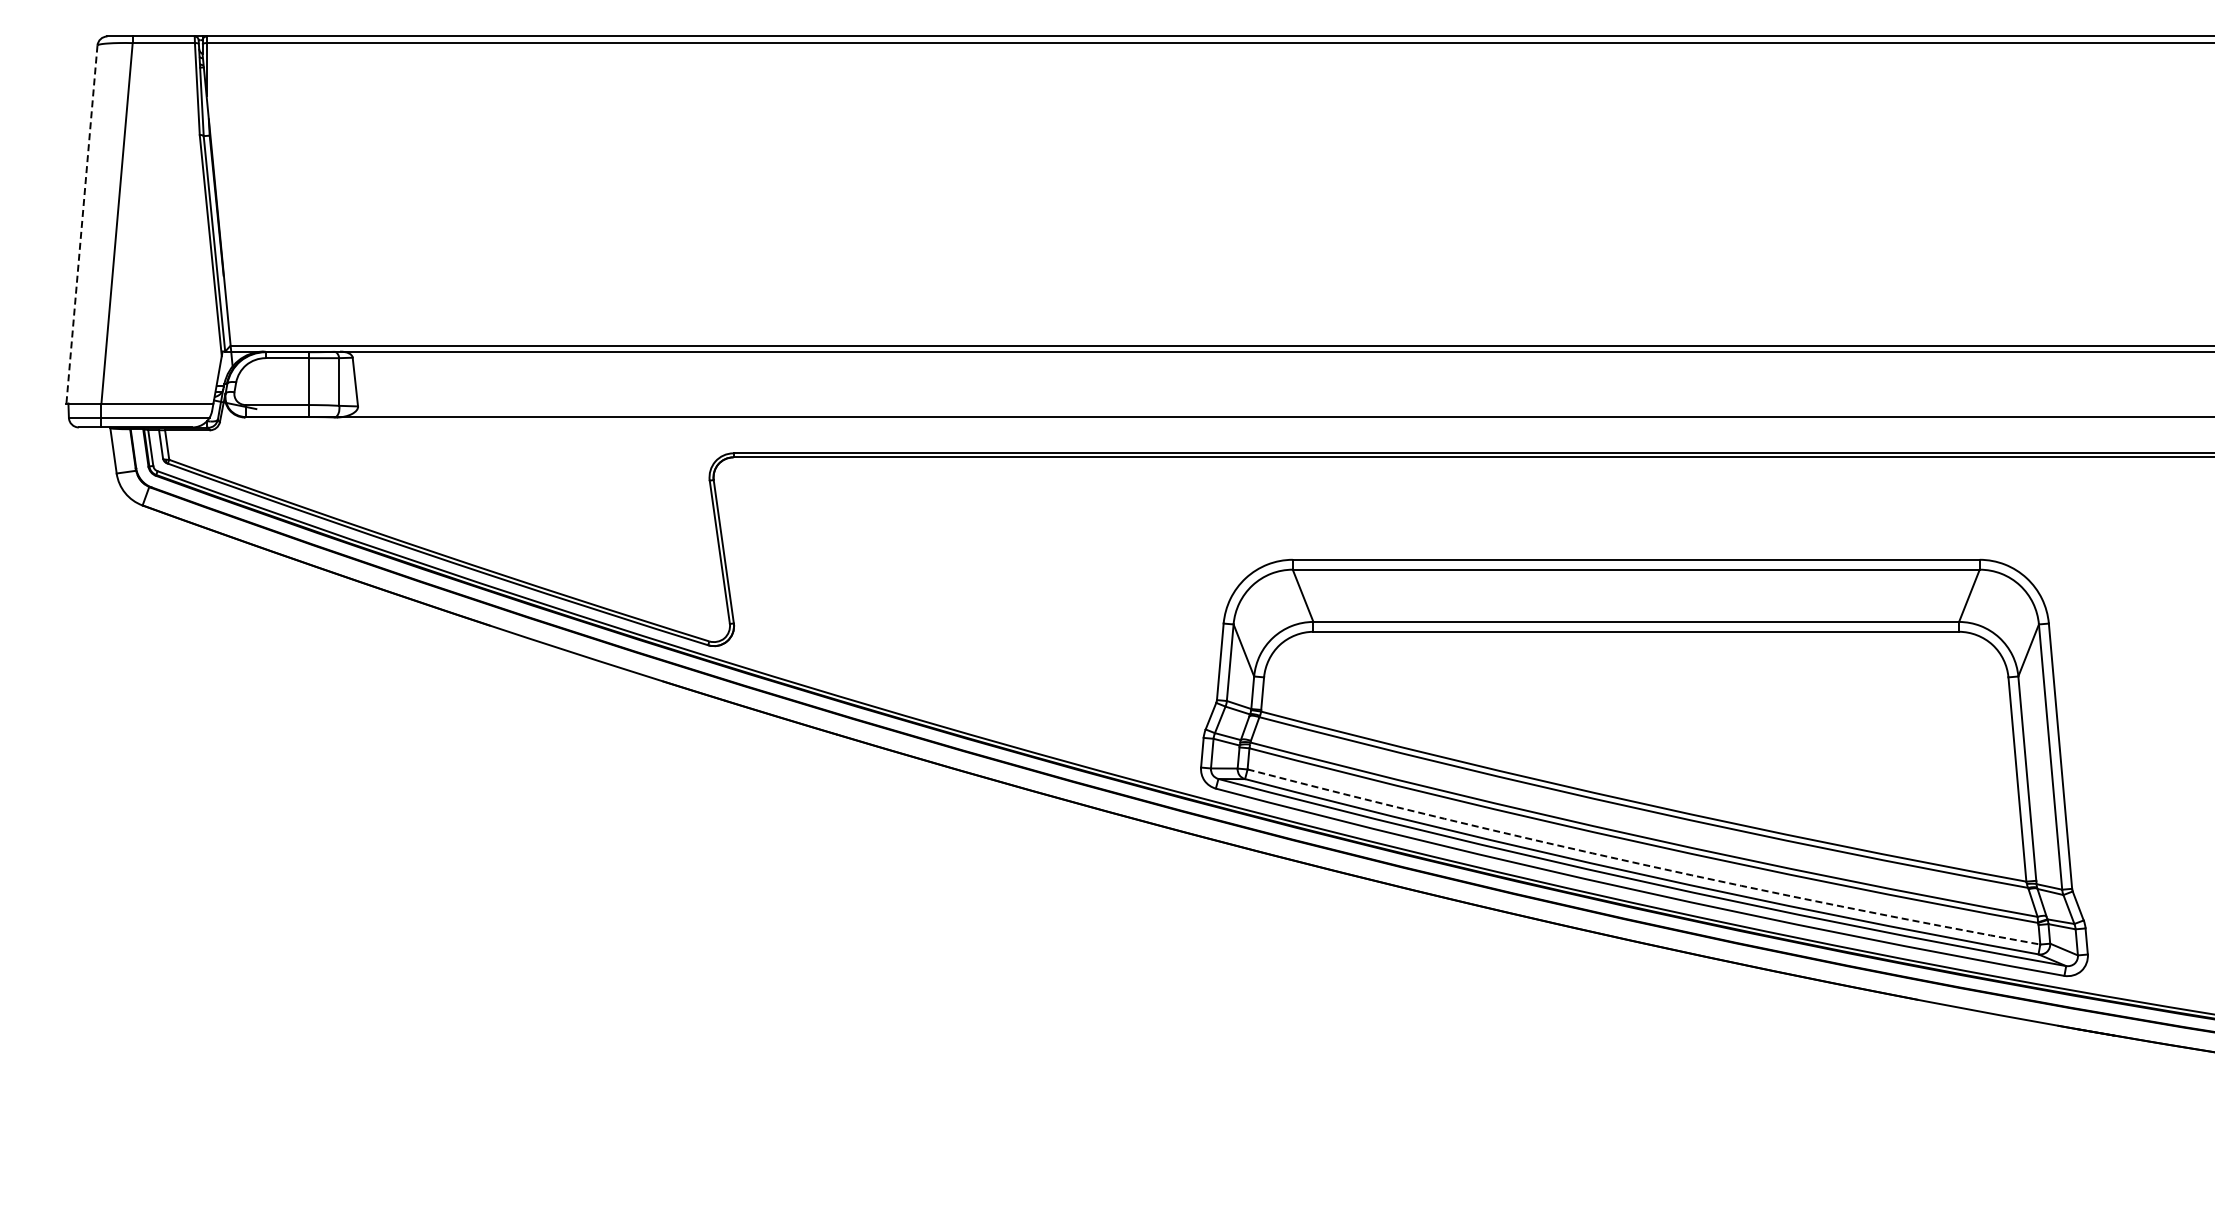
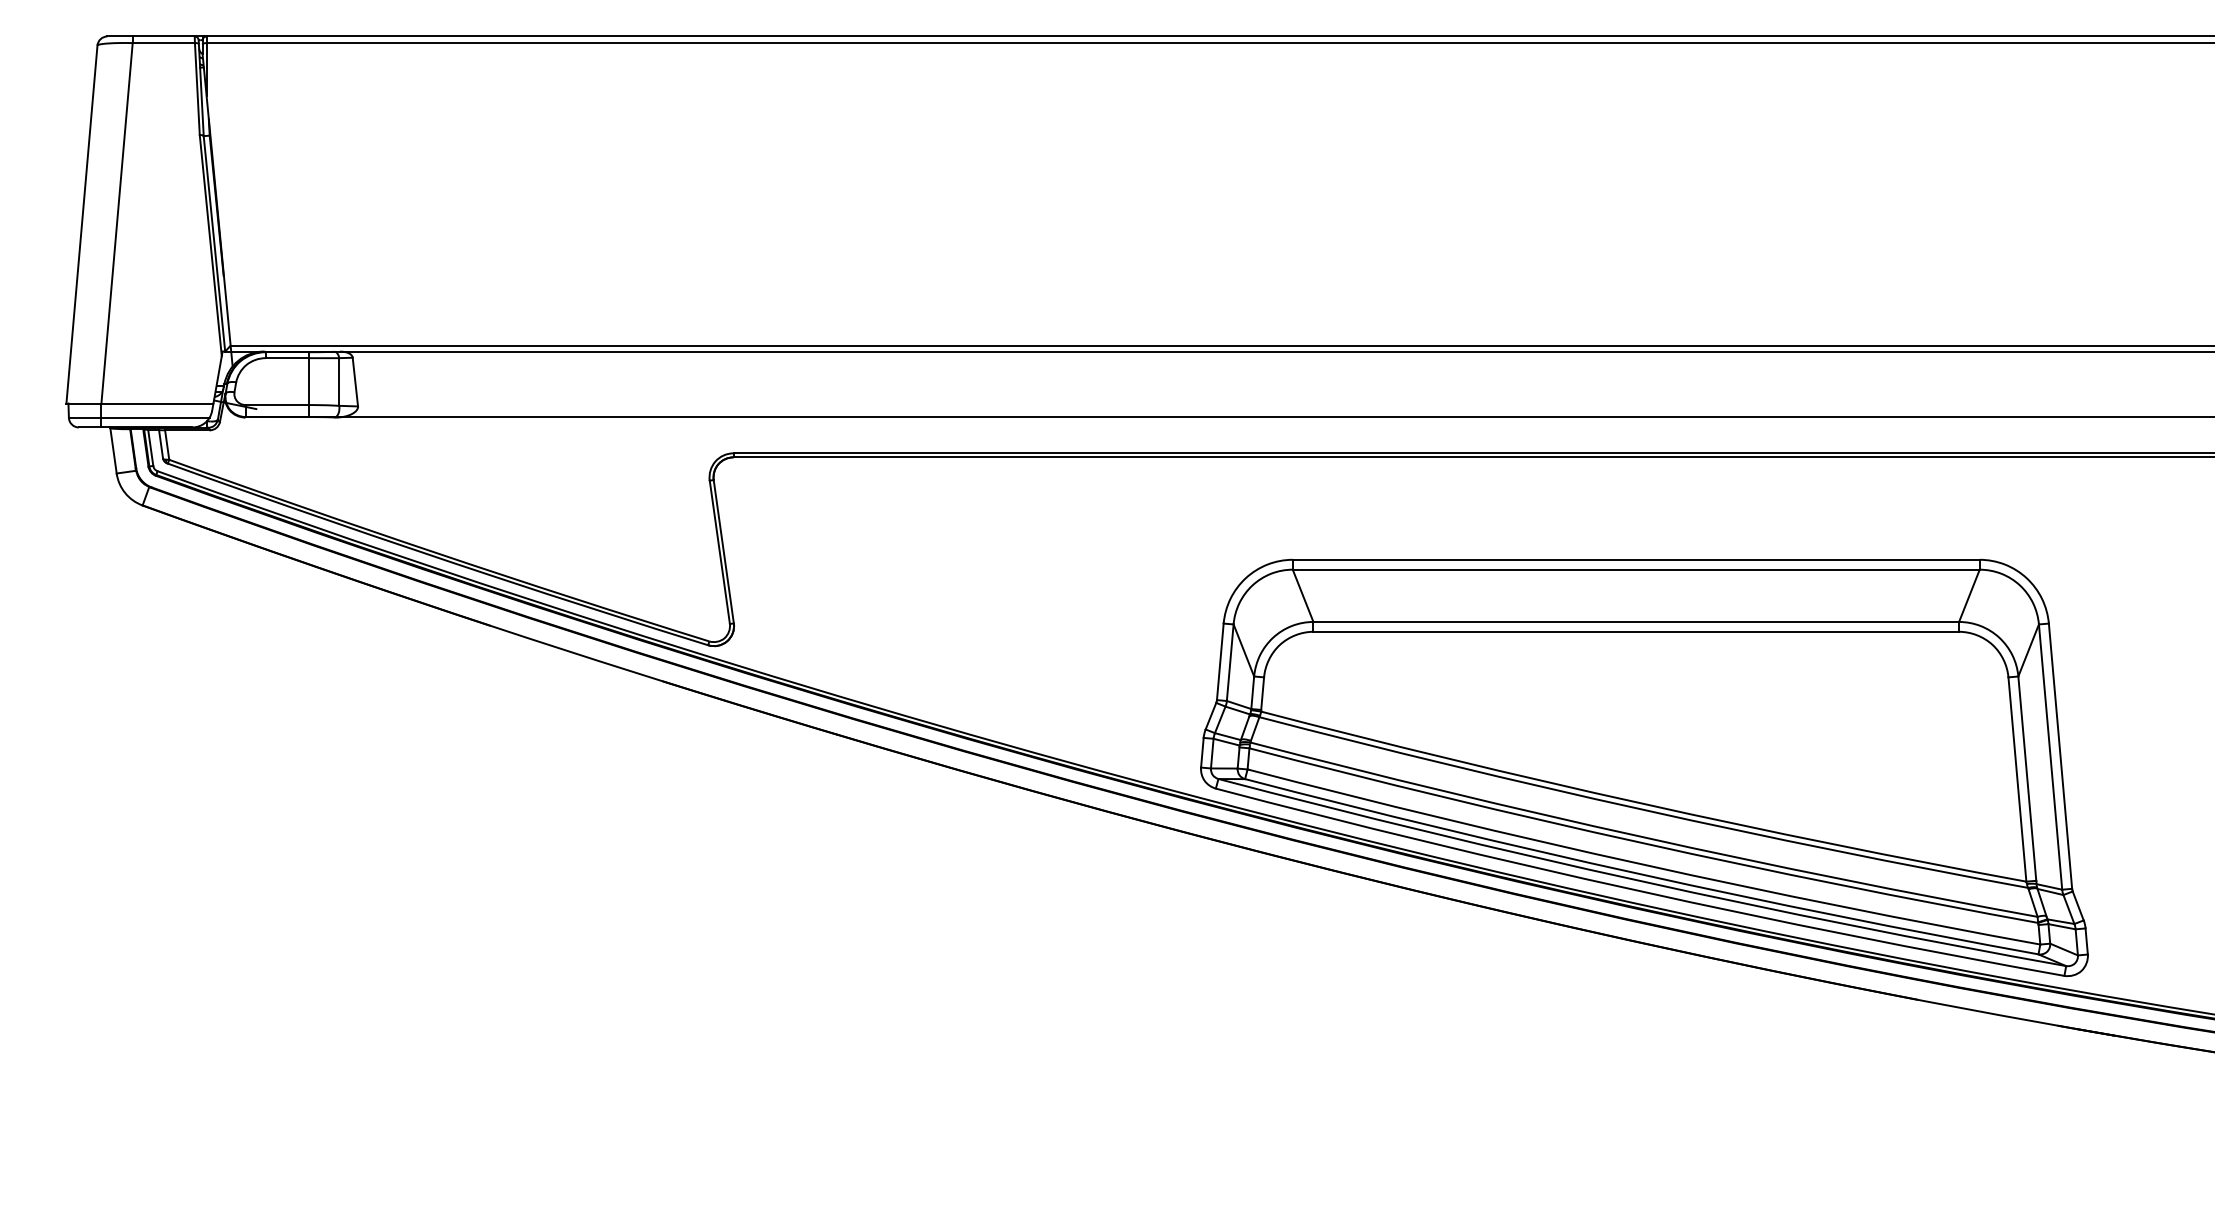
line at (81, 224): dashed -> solid
arc at (1642, 864): dashed -> solid
